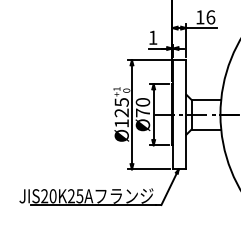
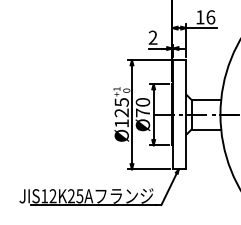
text at (152, 37): 1 -> 2
text at (48, 196): JIS20K25A -> JIS12K25A
